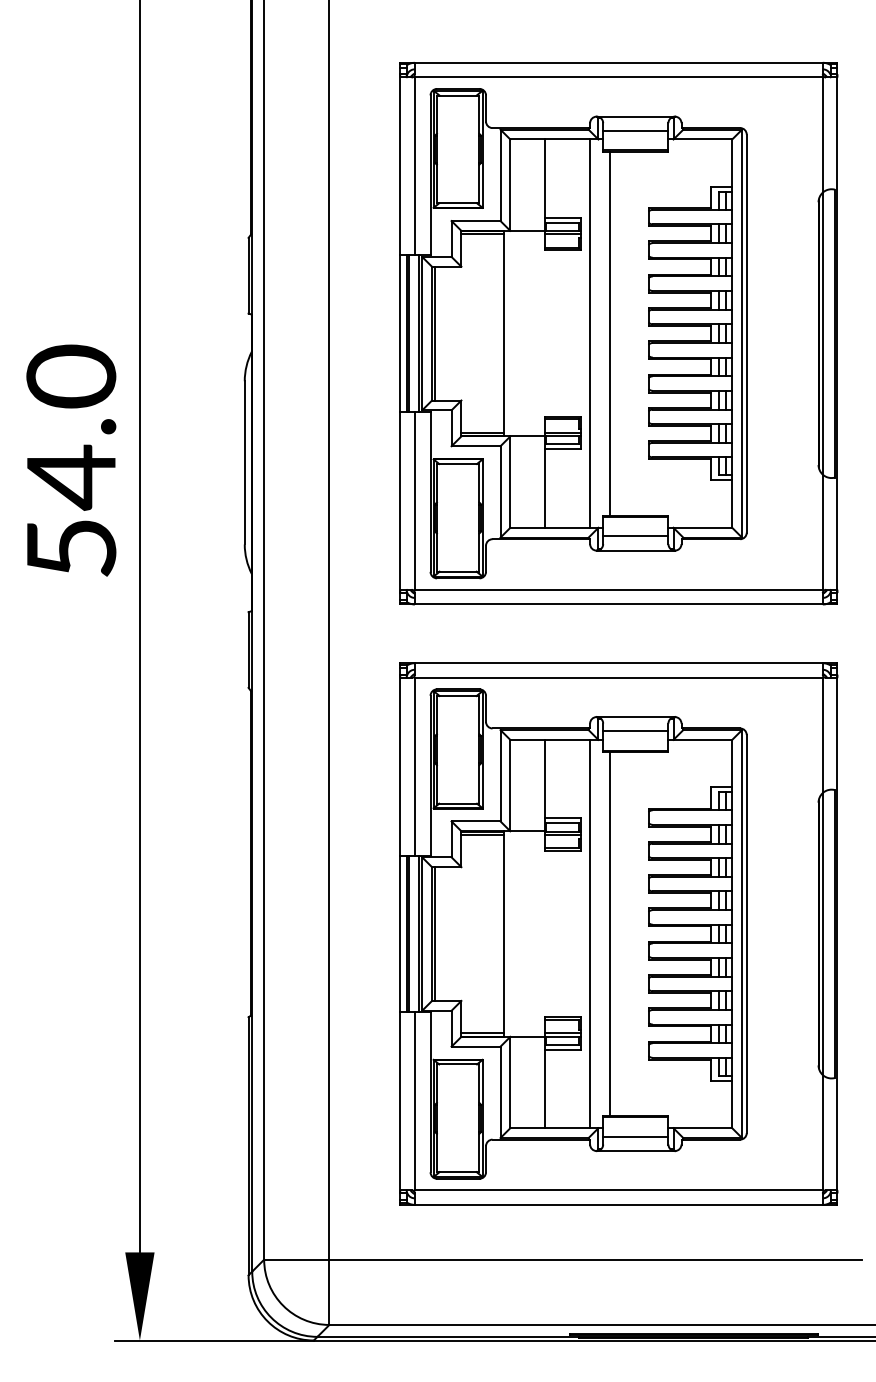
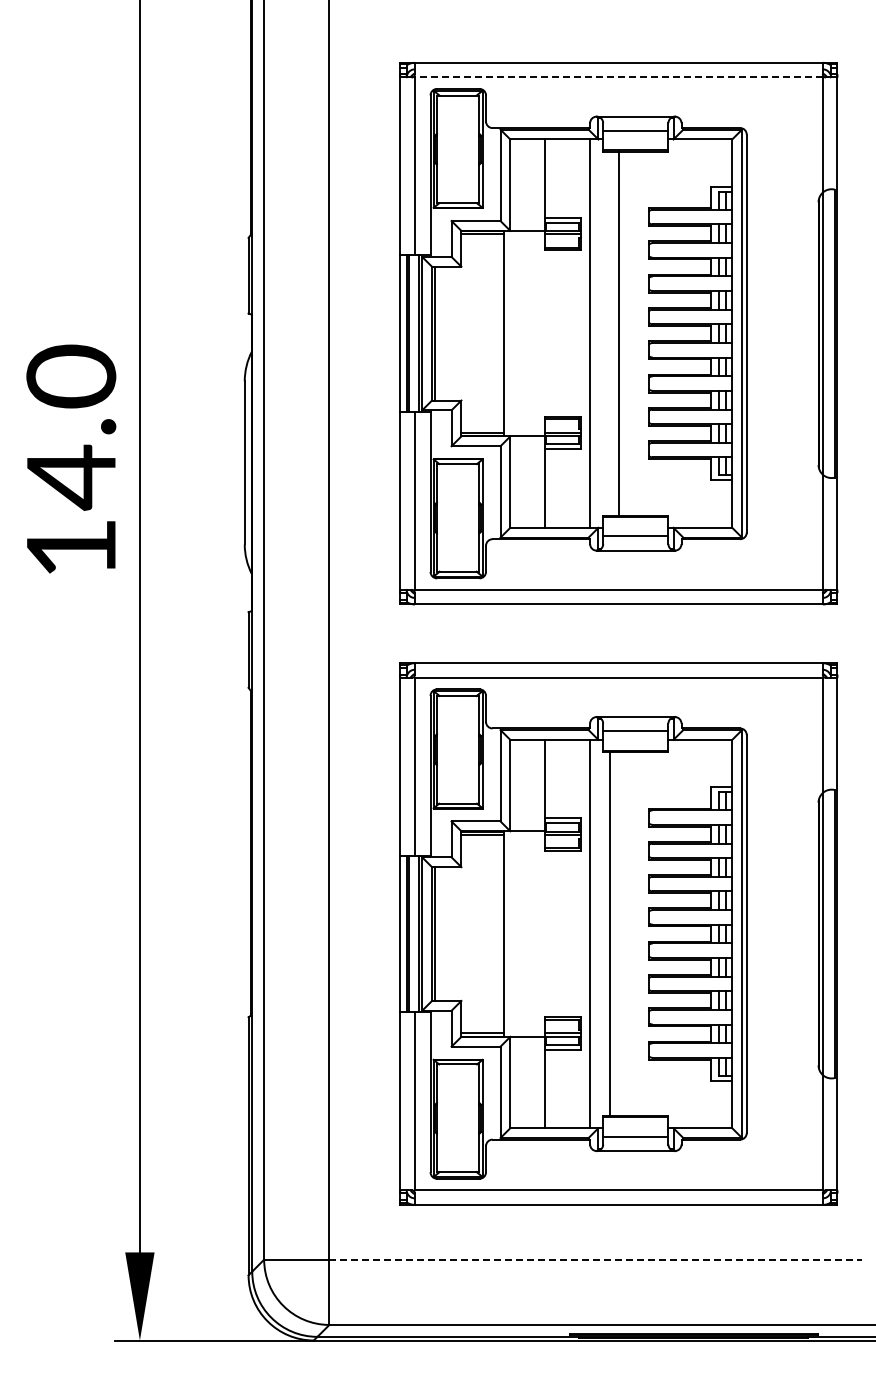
line at (618, 77): solid -> dashed
line at (609, 333) position: (609, 333) -> (618, 333)
text at (71, 548): 54.0 -> 14.0
line at (596, 1259): solid -> dashed
